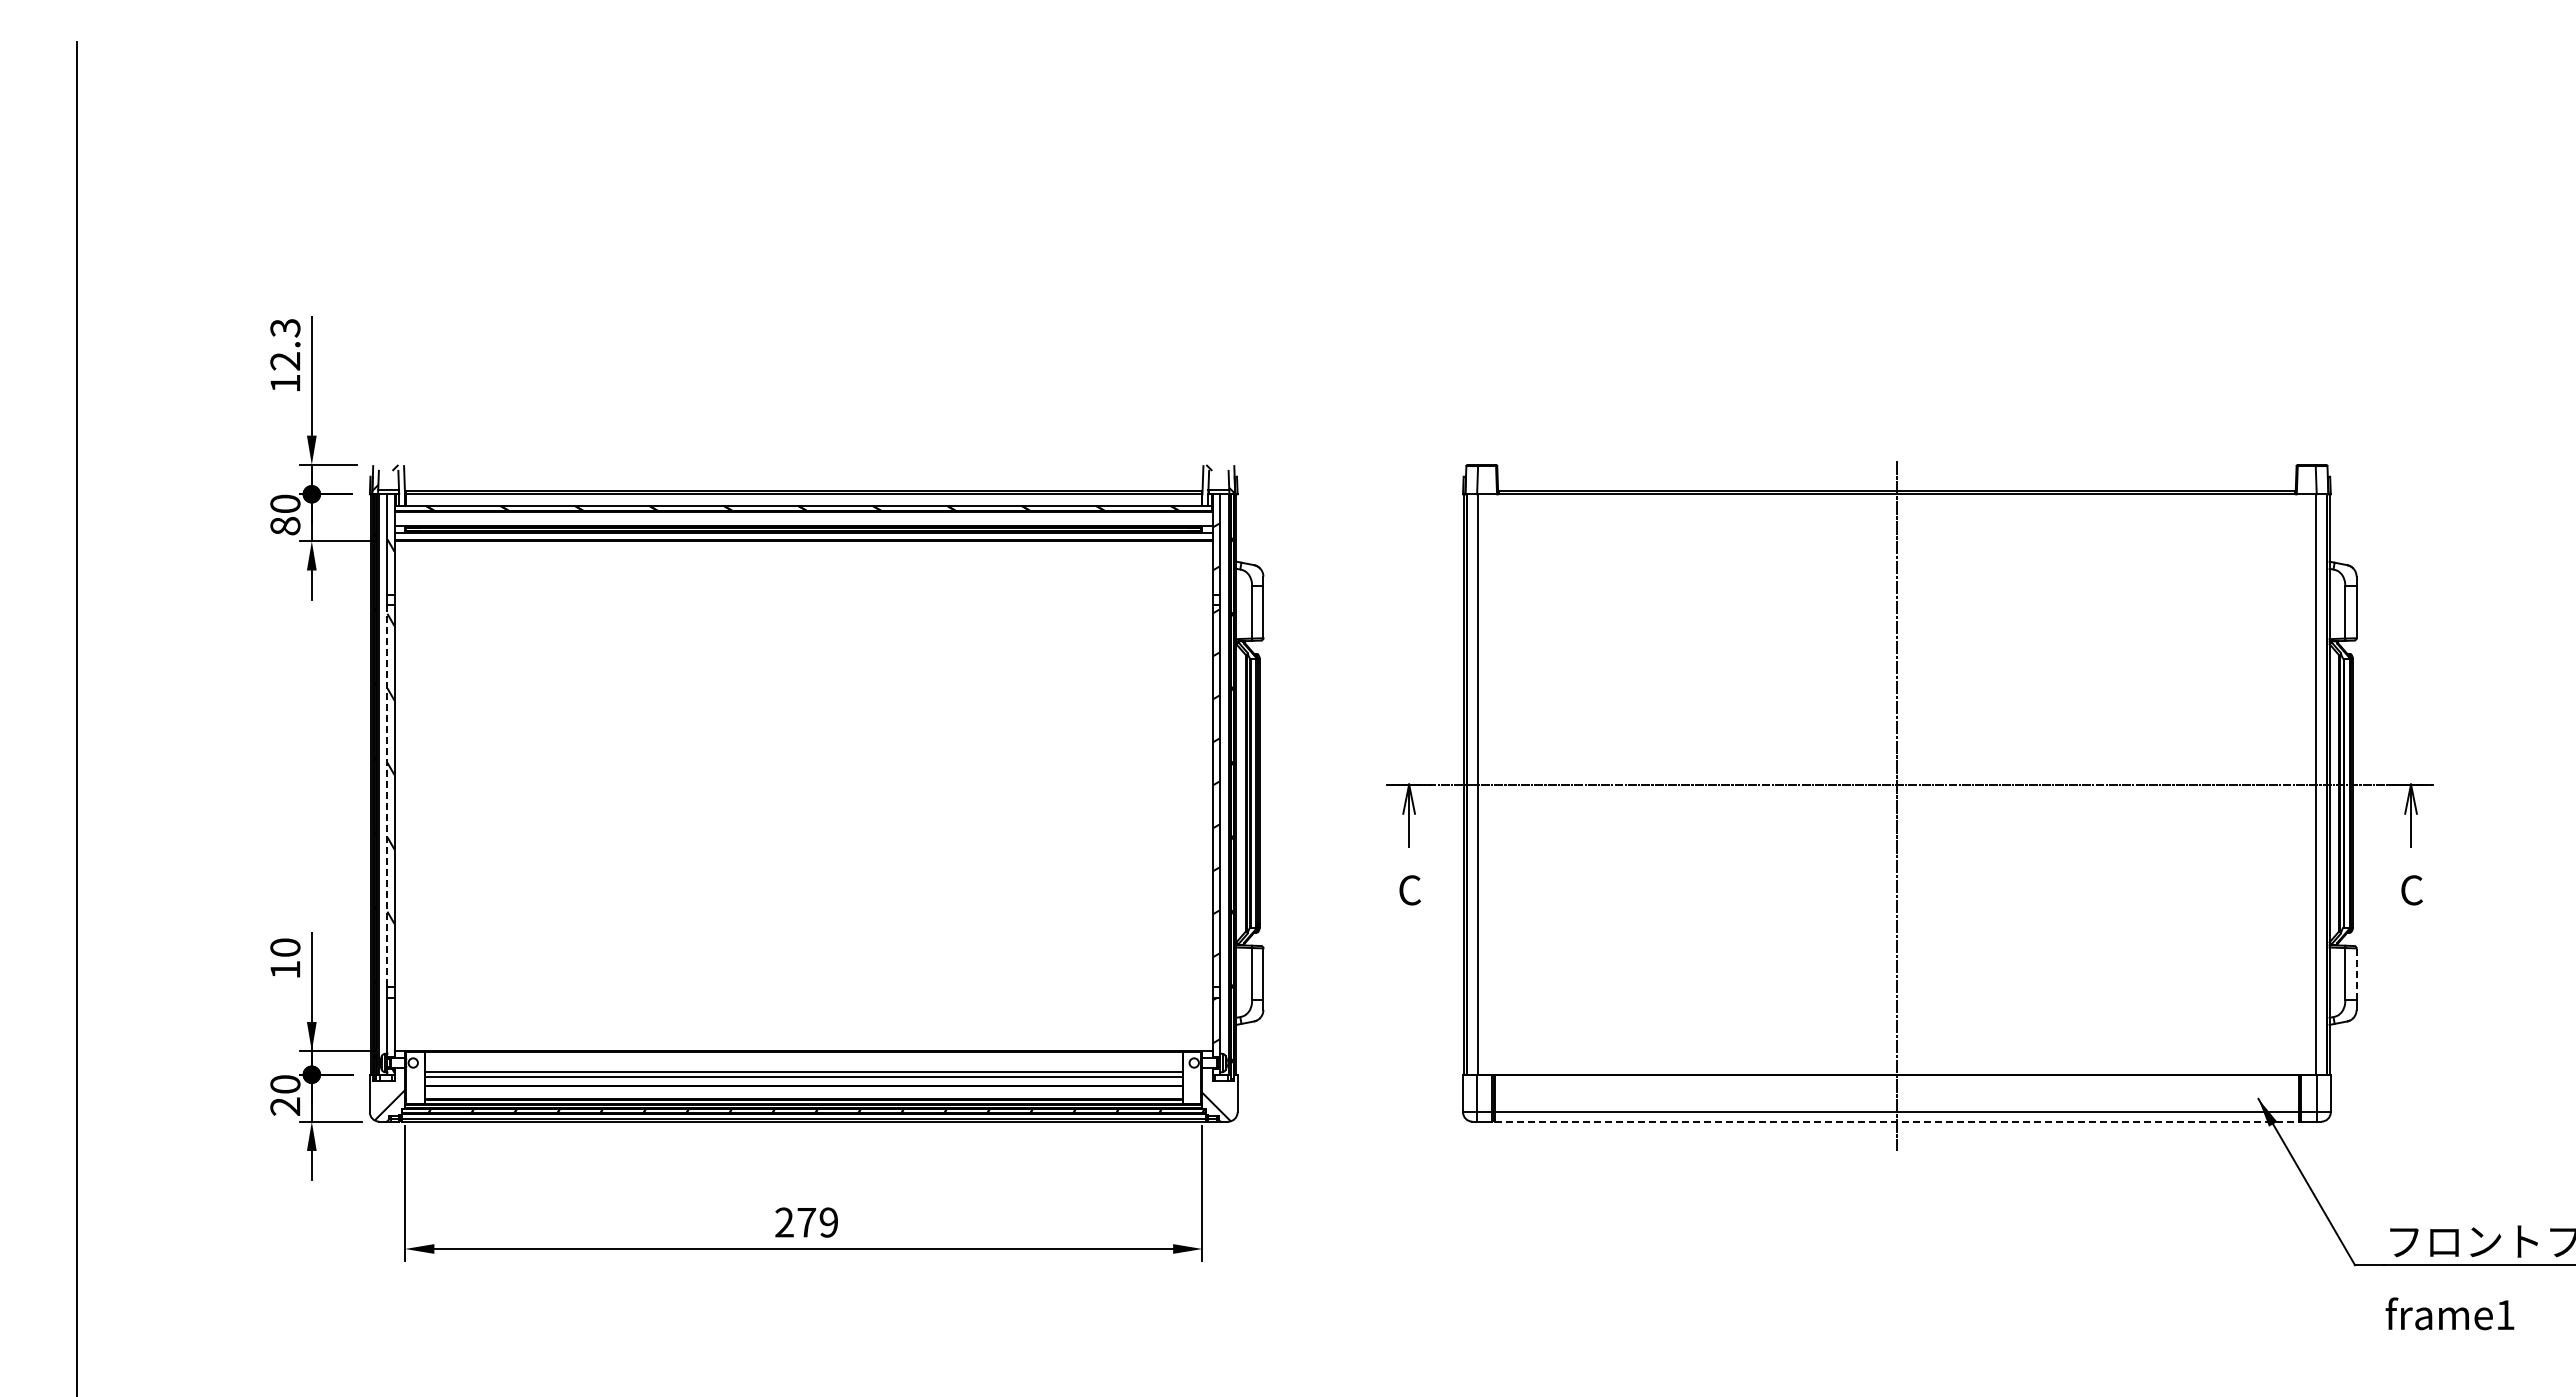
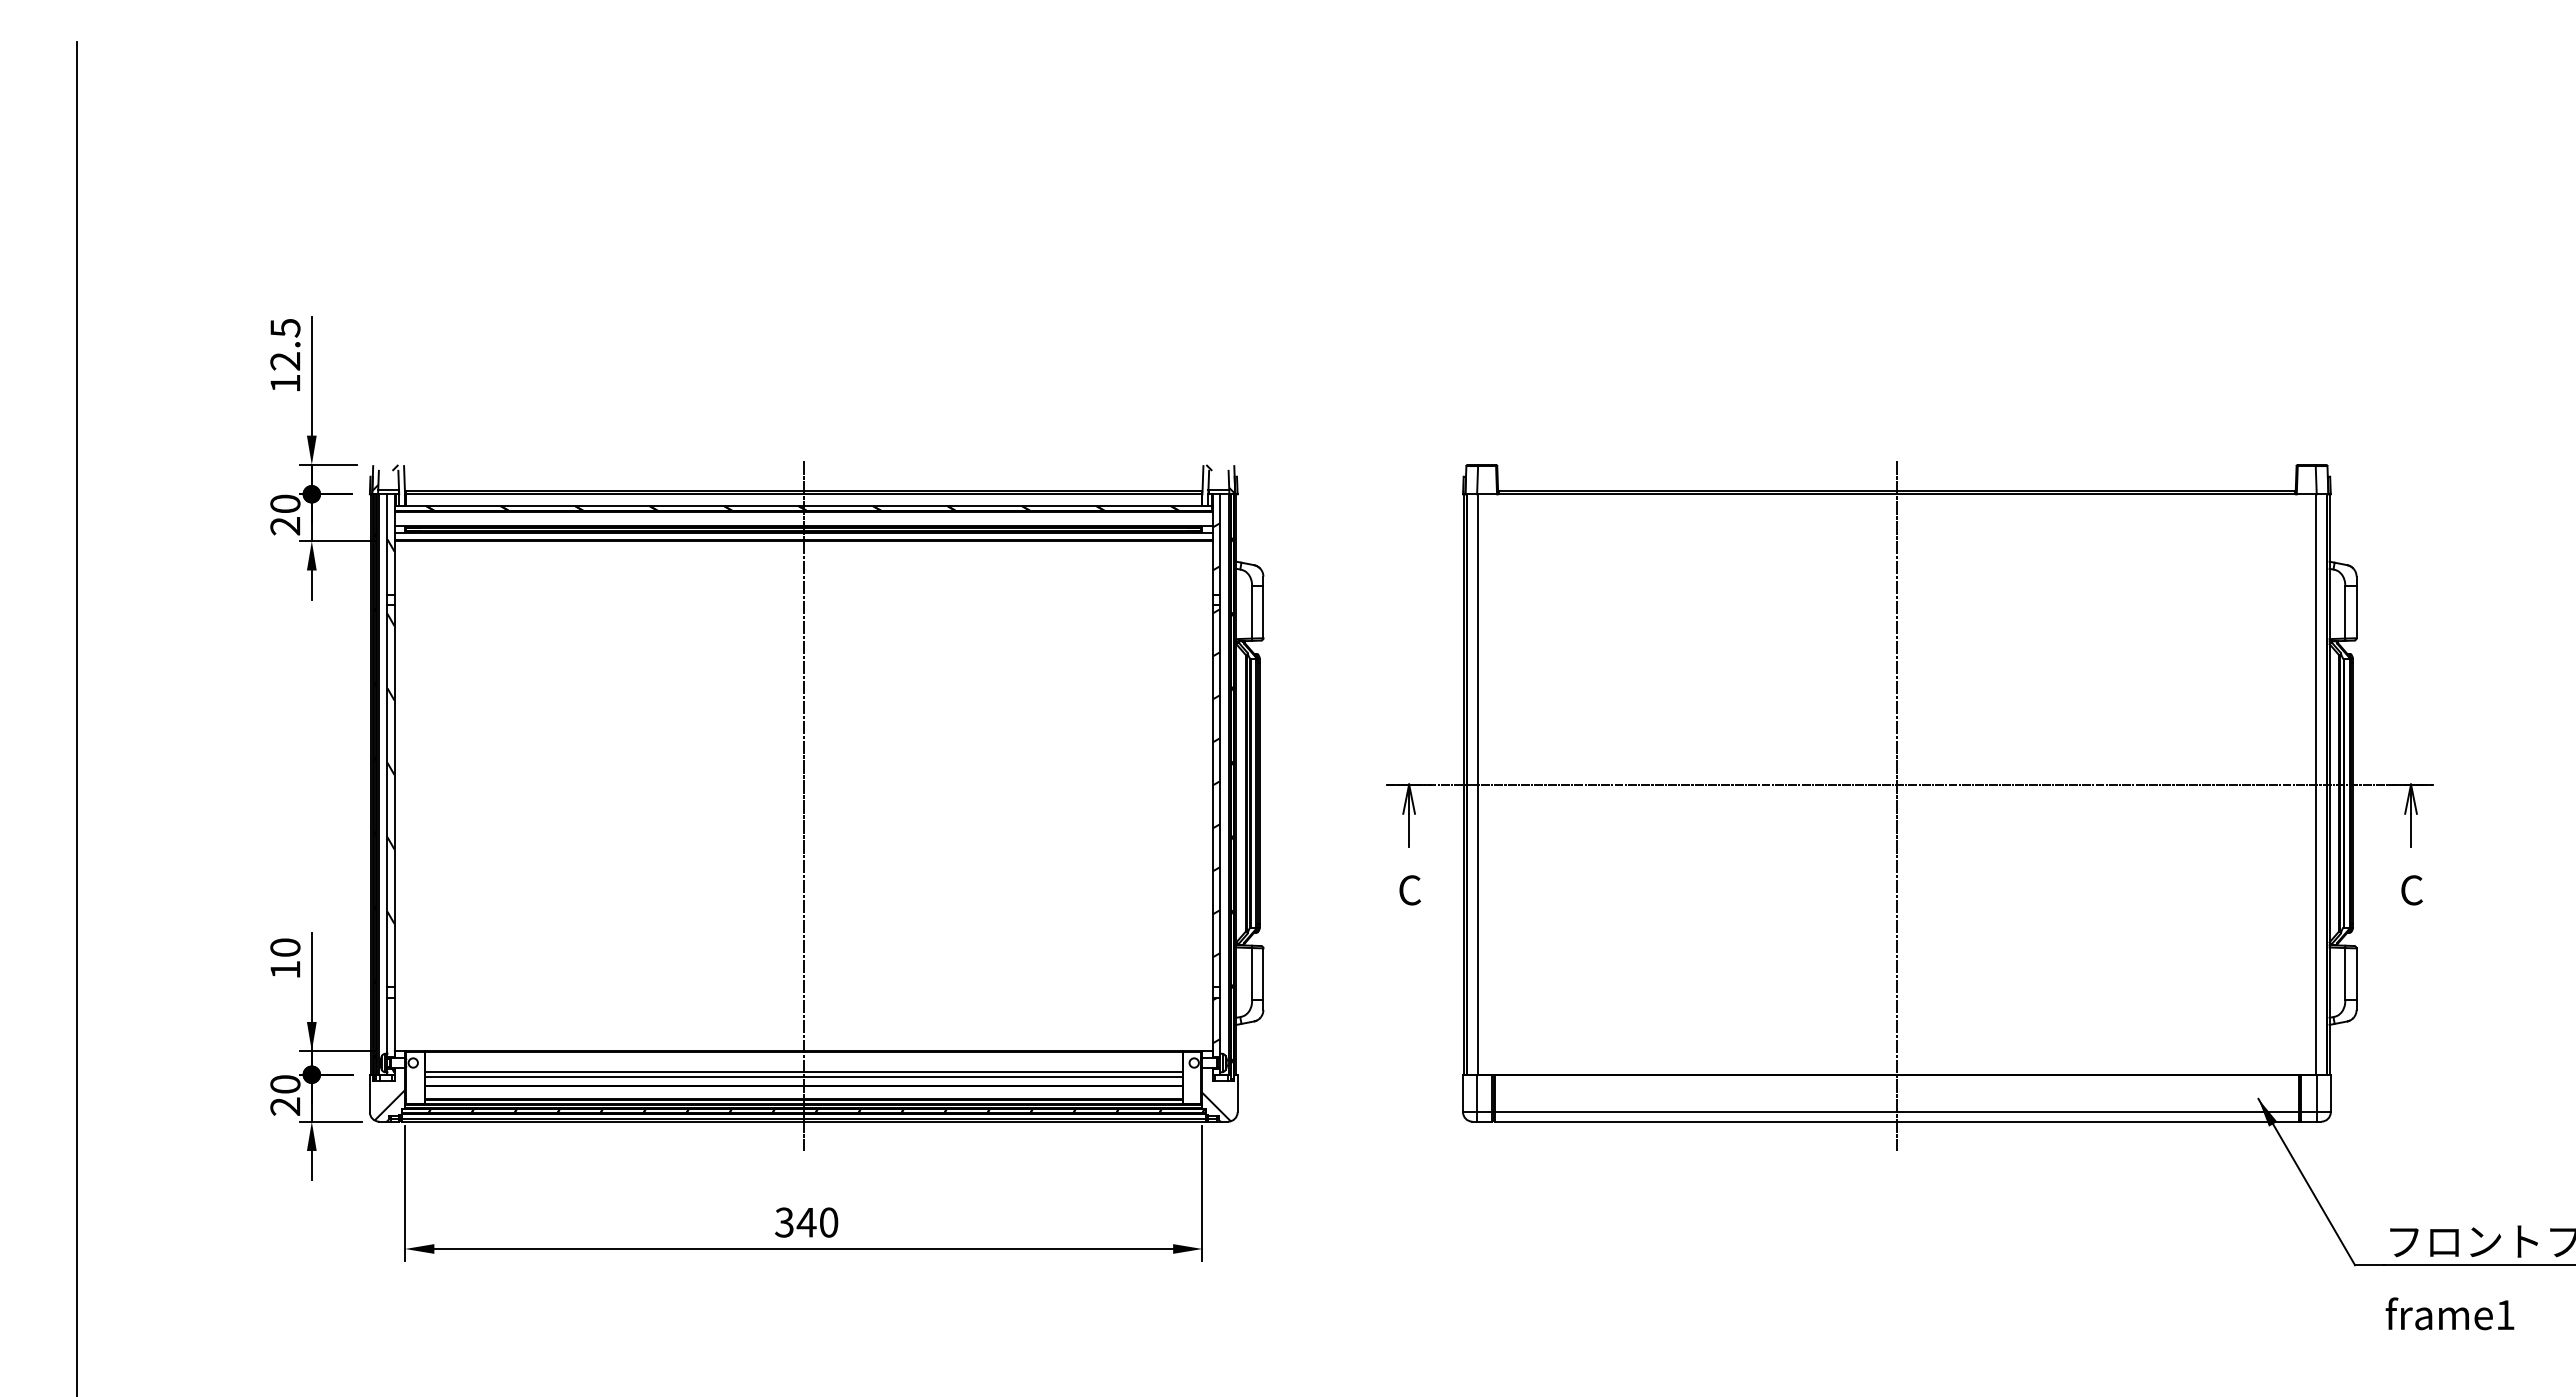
text at (284, 328): 12.3 -> 12.5
text at (285, 526): 80 -> 20
line at (387, 796): dashed -> solid
line at (803, 805): none -> present
line at (2356, 974): dashed -> solid
line at (1897, 1121): dashed -> solid
text at (806, 1222): 279 -> 340
